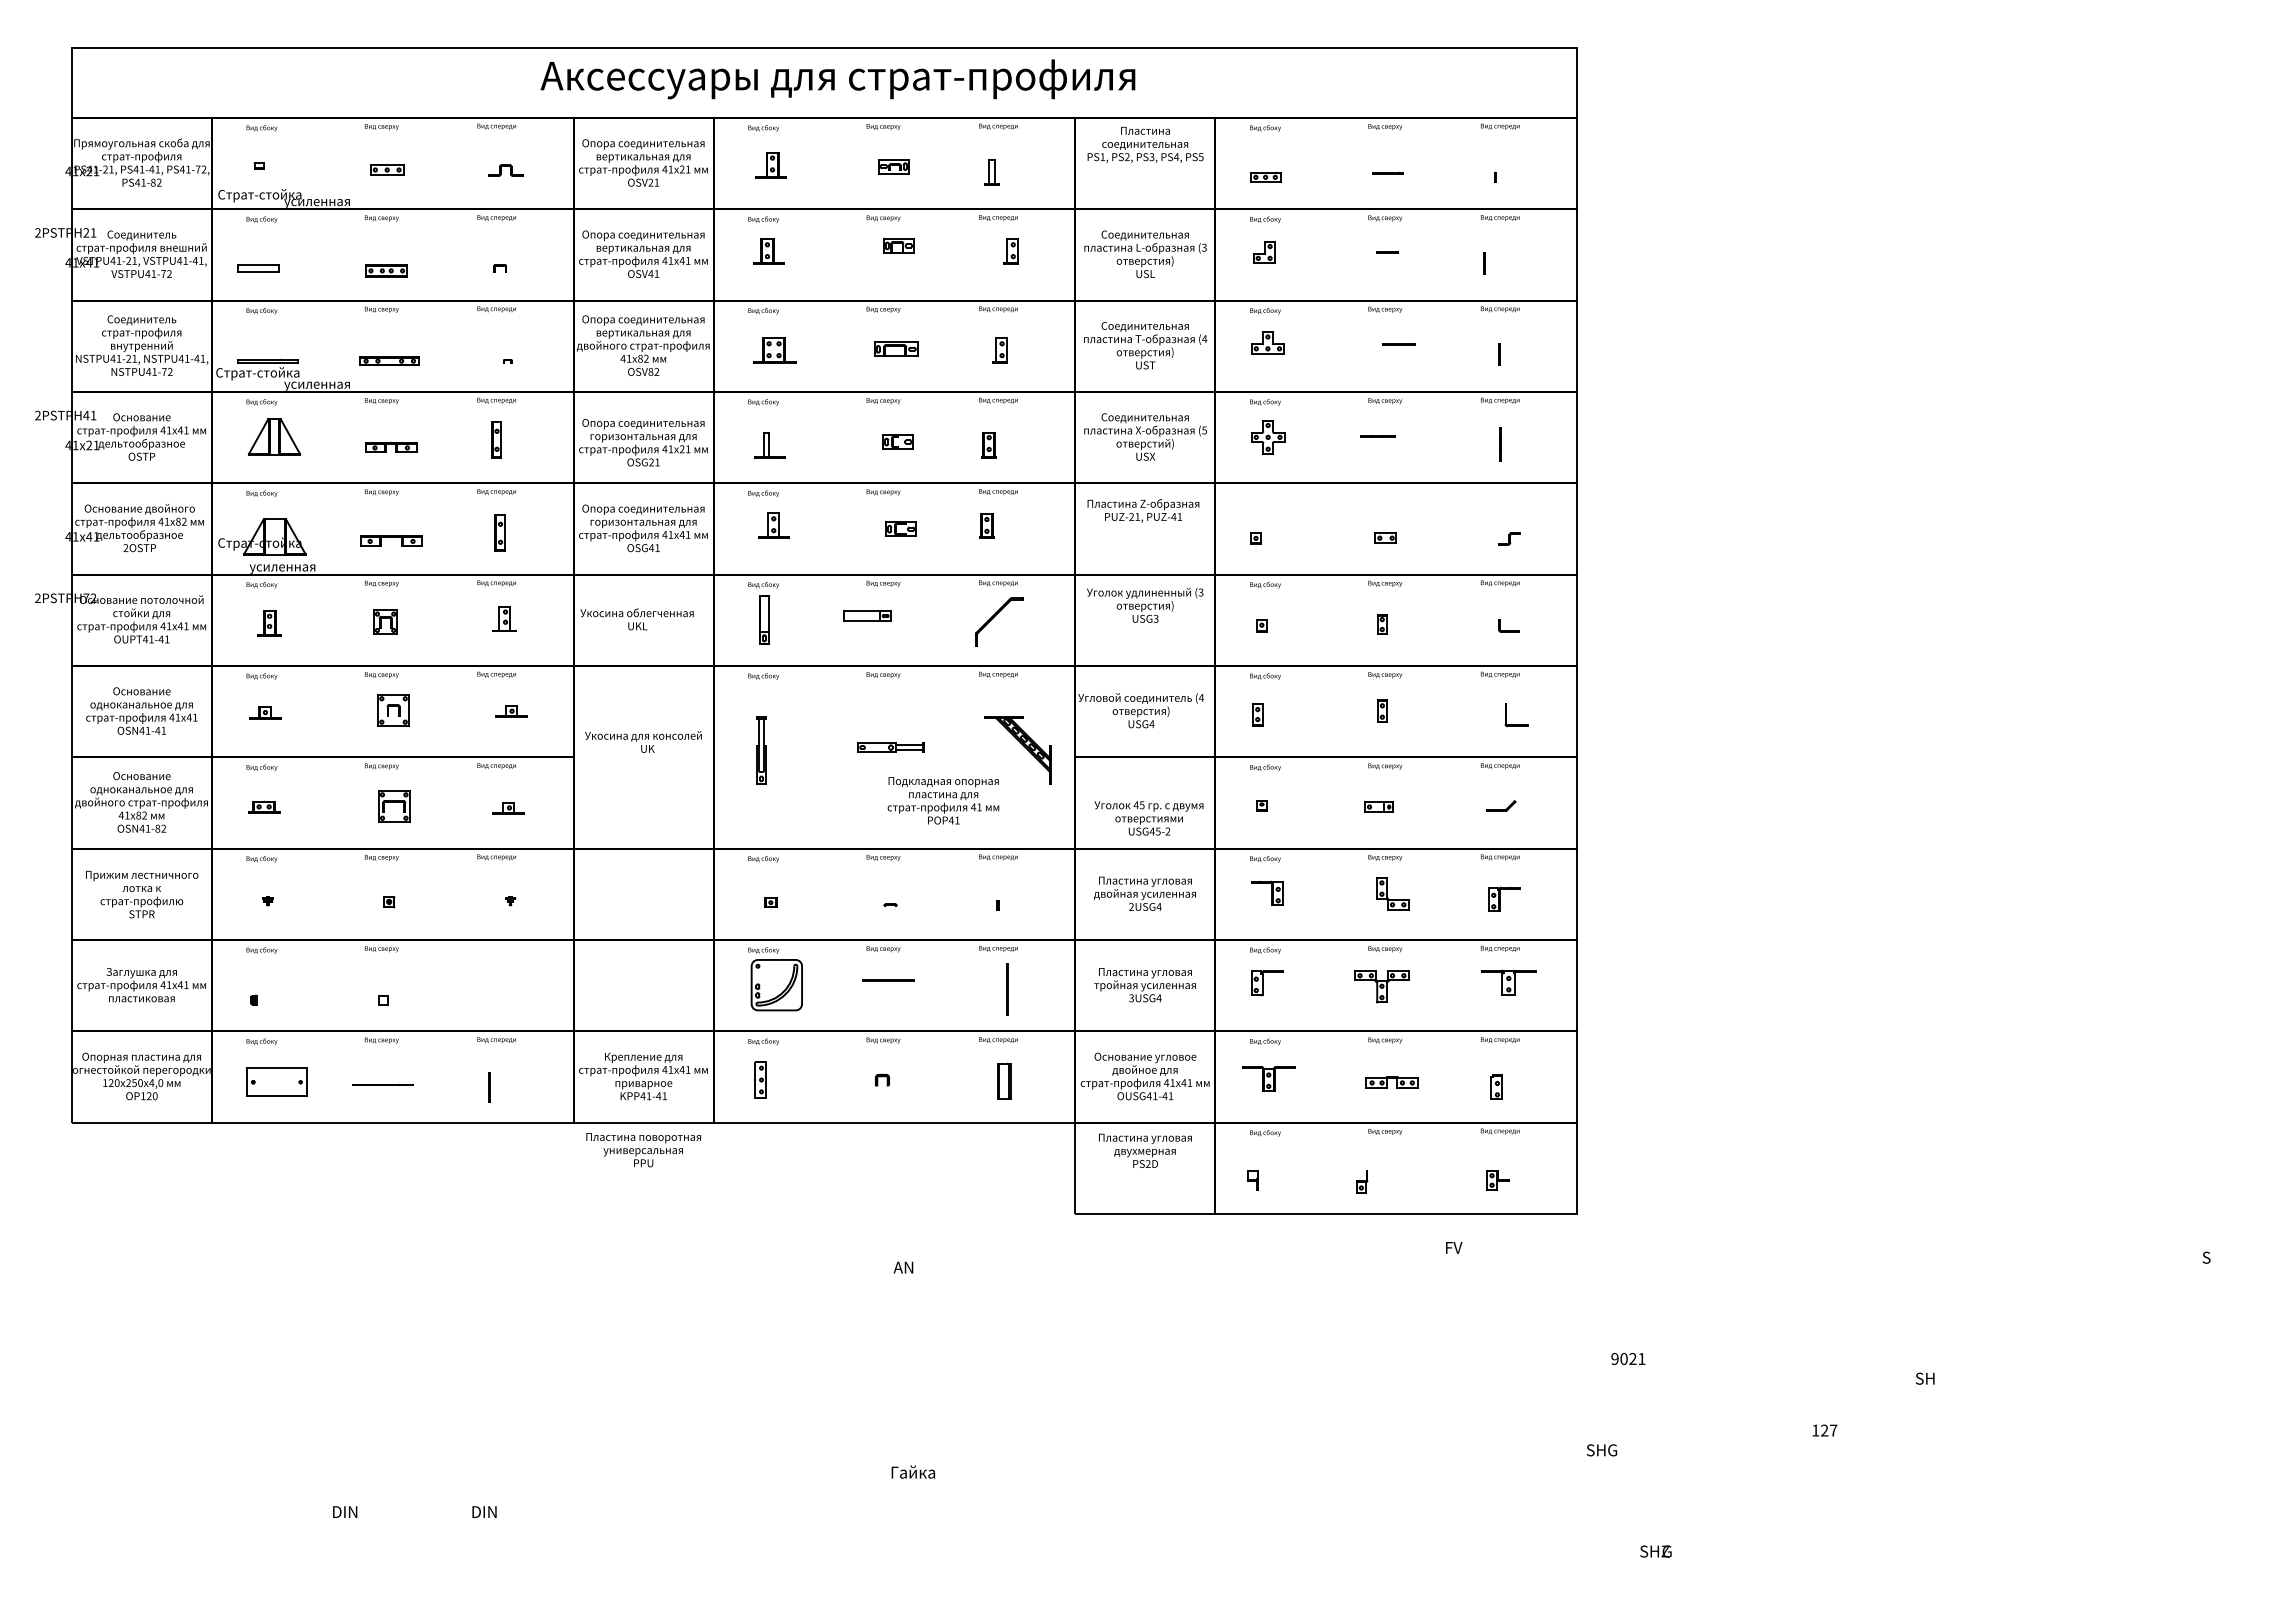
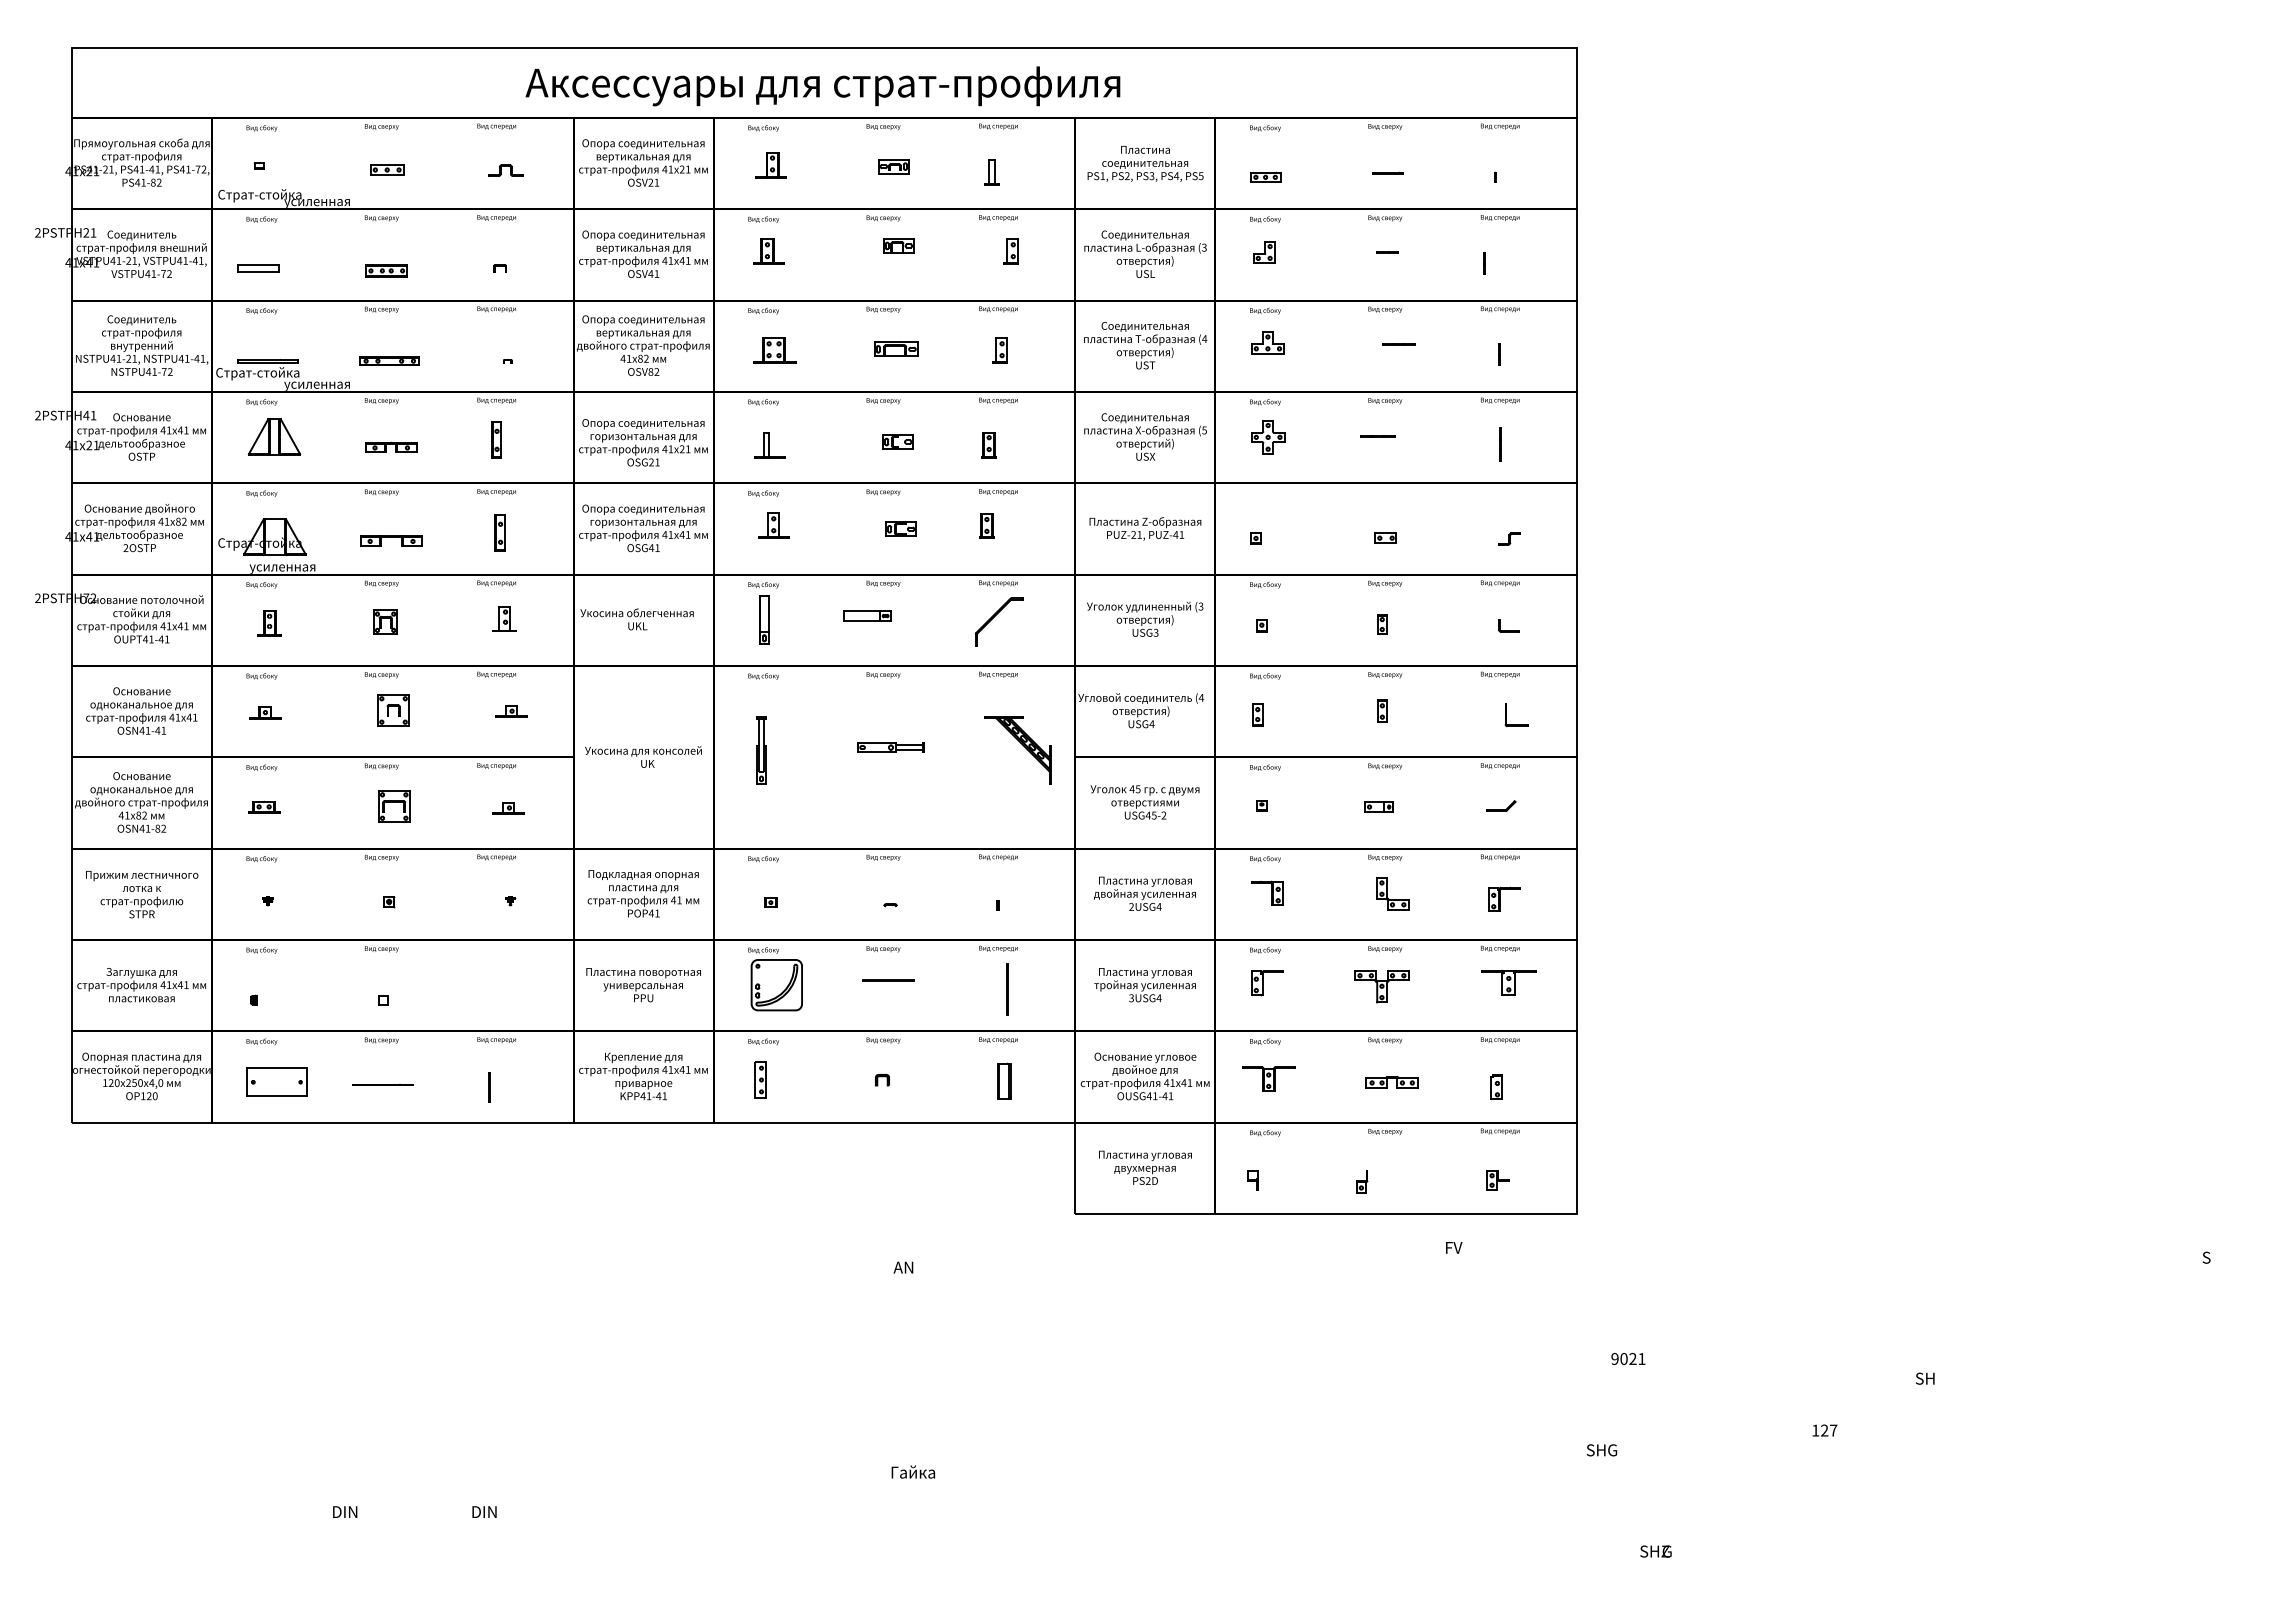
text at (837, 79) position: (837, 79) -> (822, 86)
text at (1145, 144) position: (1145, 144) -> (1145, 163)
text at (1143, 510) position: (1143, 510) -> (1145, 528)
text at (1145, 604) position: (1145, 604) -> (1145, 618)
text at (643, 741) position: (643, 741) -> (643, 756)
text at (943, 800) position: (943, 800) -> (643, 893)
text at (1148, 818) position: (1148, 818) -> (1144, 802)
text at (643, 1150) position: (643, 1150) -> (643, 985)
text at (1145, 1150) position: (1145, 1150) -> (1145, 1167)
